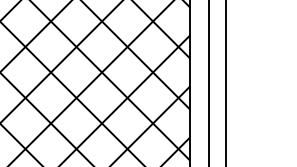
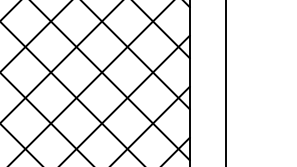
line at (208, 82): present -> none
